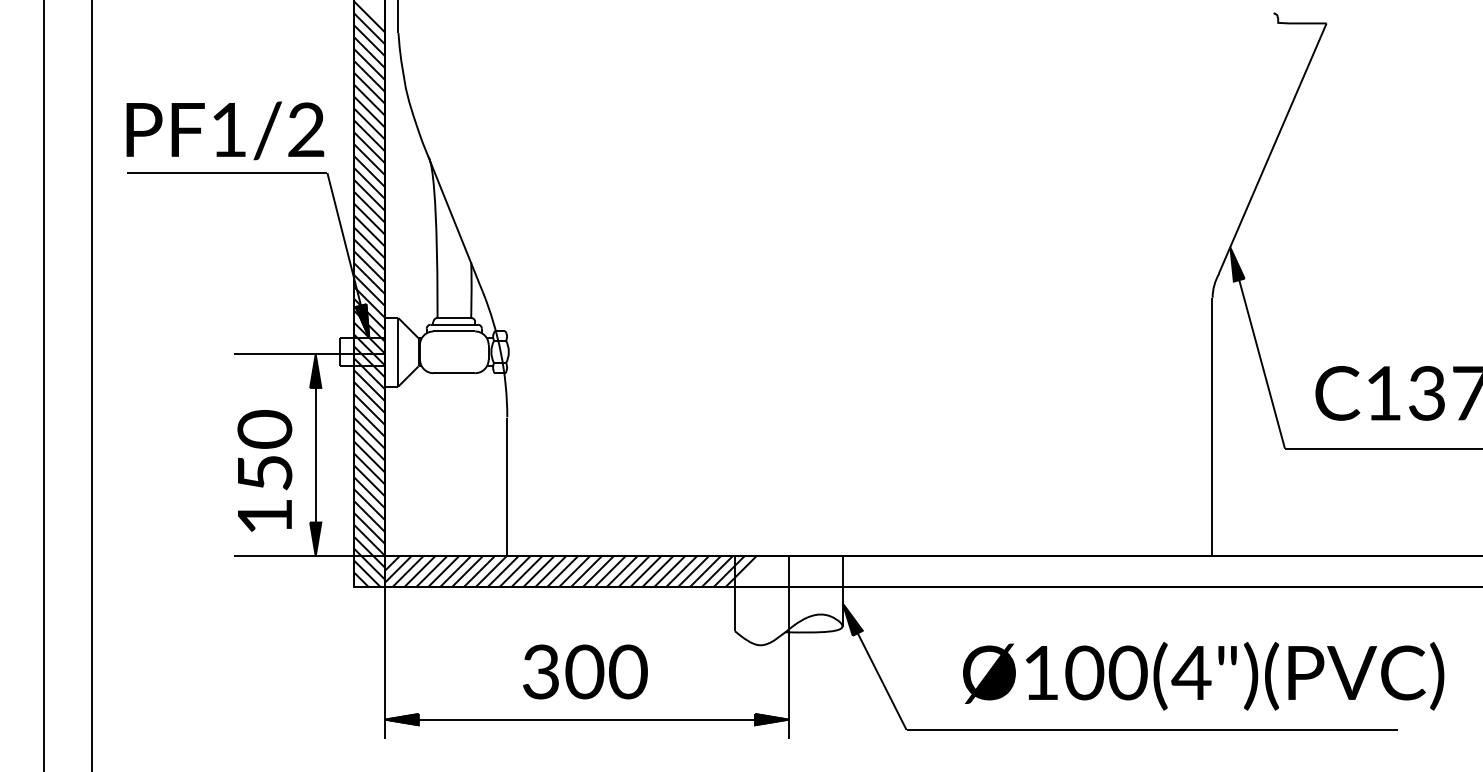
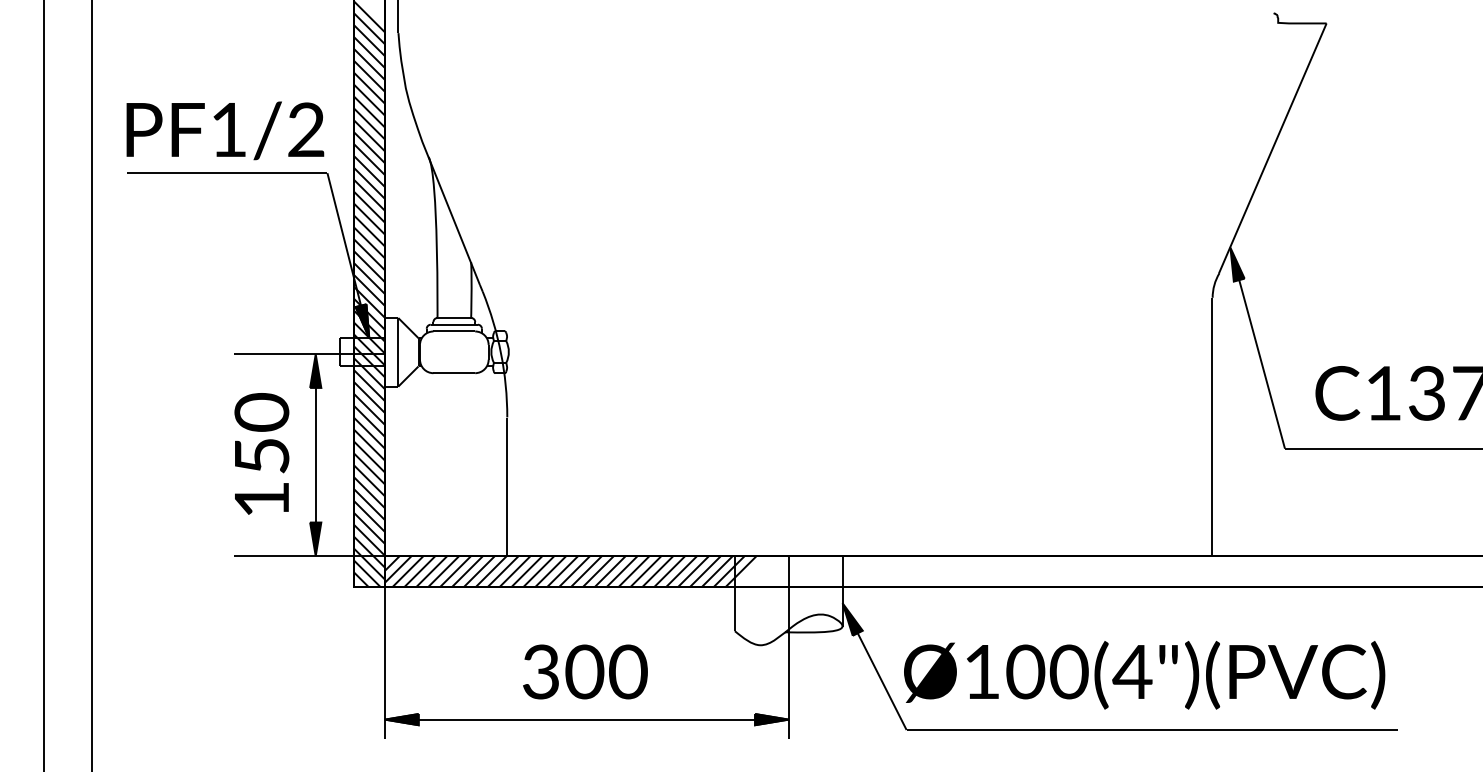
text at (264, 470) position: (264, 470) -> (261, 453)
text at (1203, 676) position: (1203, 676) -> (1144, 675)
